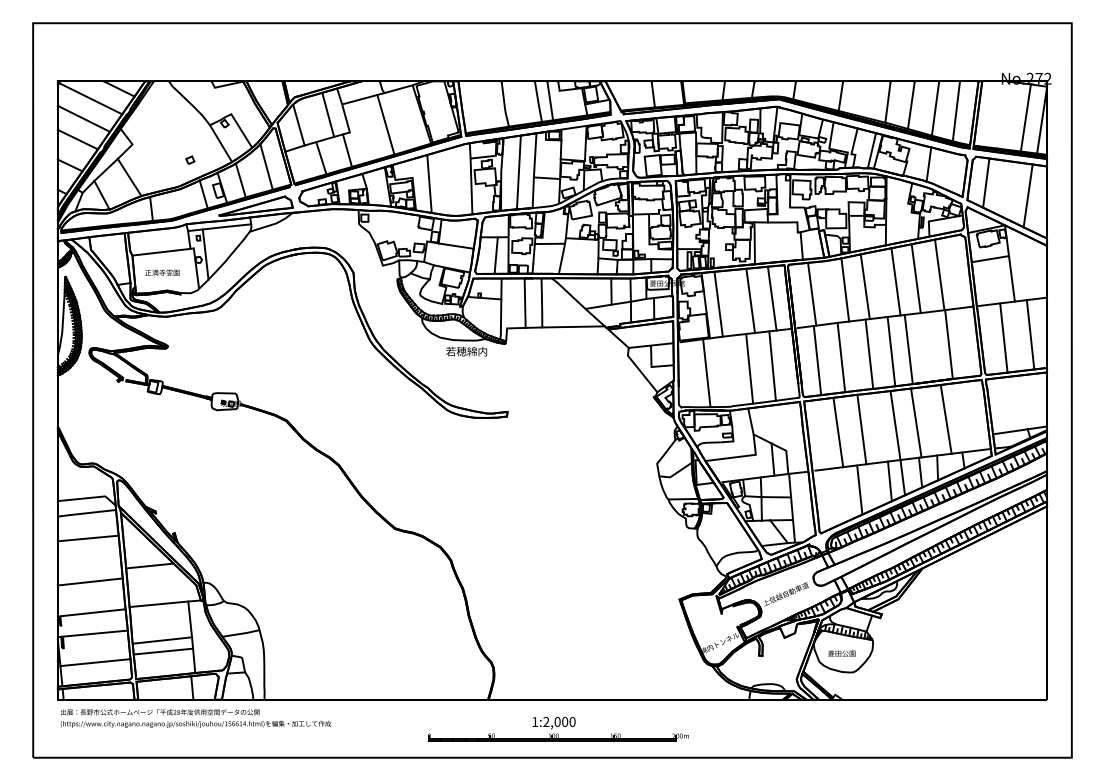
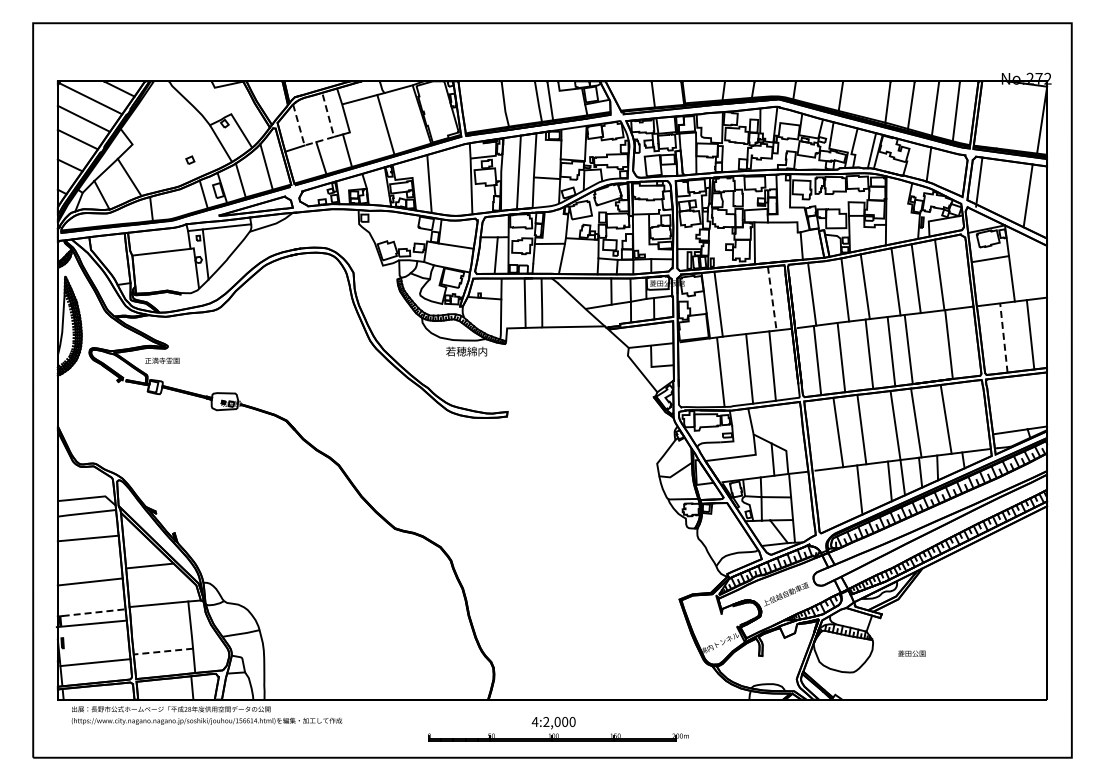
line at (1025, 118): present -> none
line at (320, 140): solid -> dashed
line at (986, 182) position: (986, 182) -> (979, 181)
text at (162, 272) position: (162, 272) -> (162, 360)
line at (772, 299): solid -> dashed
line at (750, 300): present -> none
line at (1003, 338): solid -> dashed
line at (706, 373) position: (706, 373) -> (720, 372)
line at (94, 612): solid -> dashed
line at (92, 633) position: (92, 633) -> (91, 623)
line at (162, 640): present -> none
line at (163, 651): solid -> dashed
text at (841, 653) position: (841, 653) -> (911, 653)
text at (195, 718) position: (195, 718) -> (206, 715)
text at (534, 721): 1:2,000 -> 4:2,000
